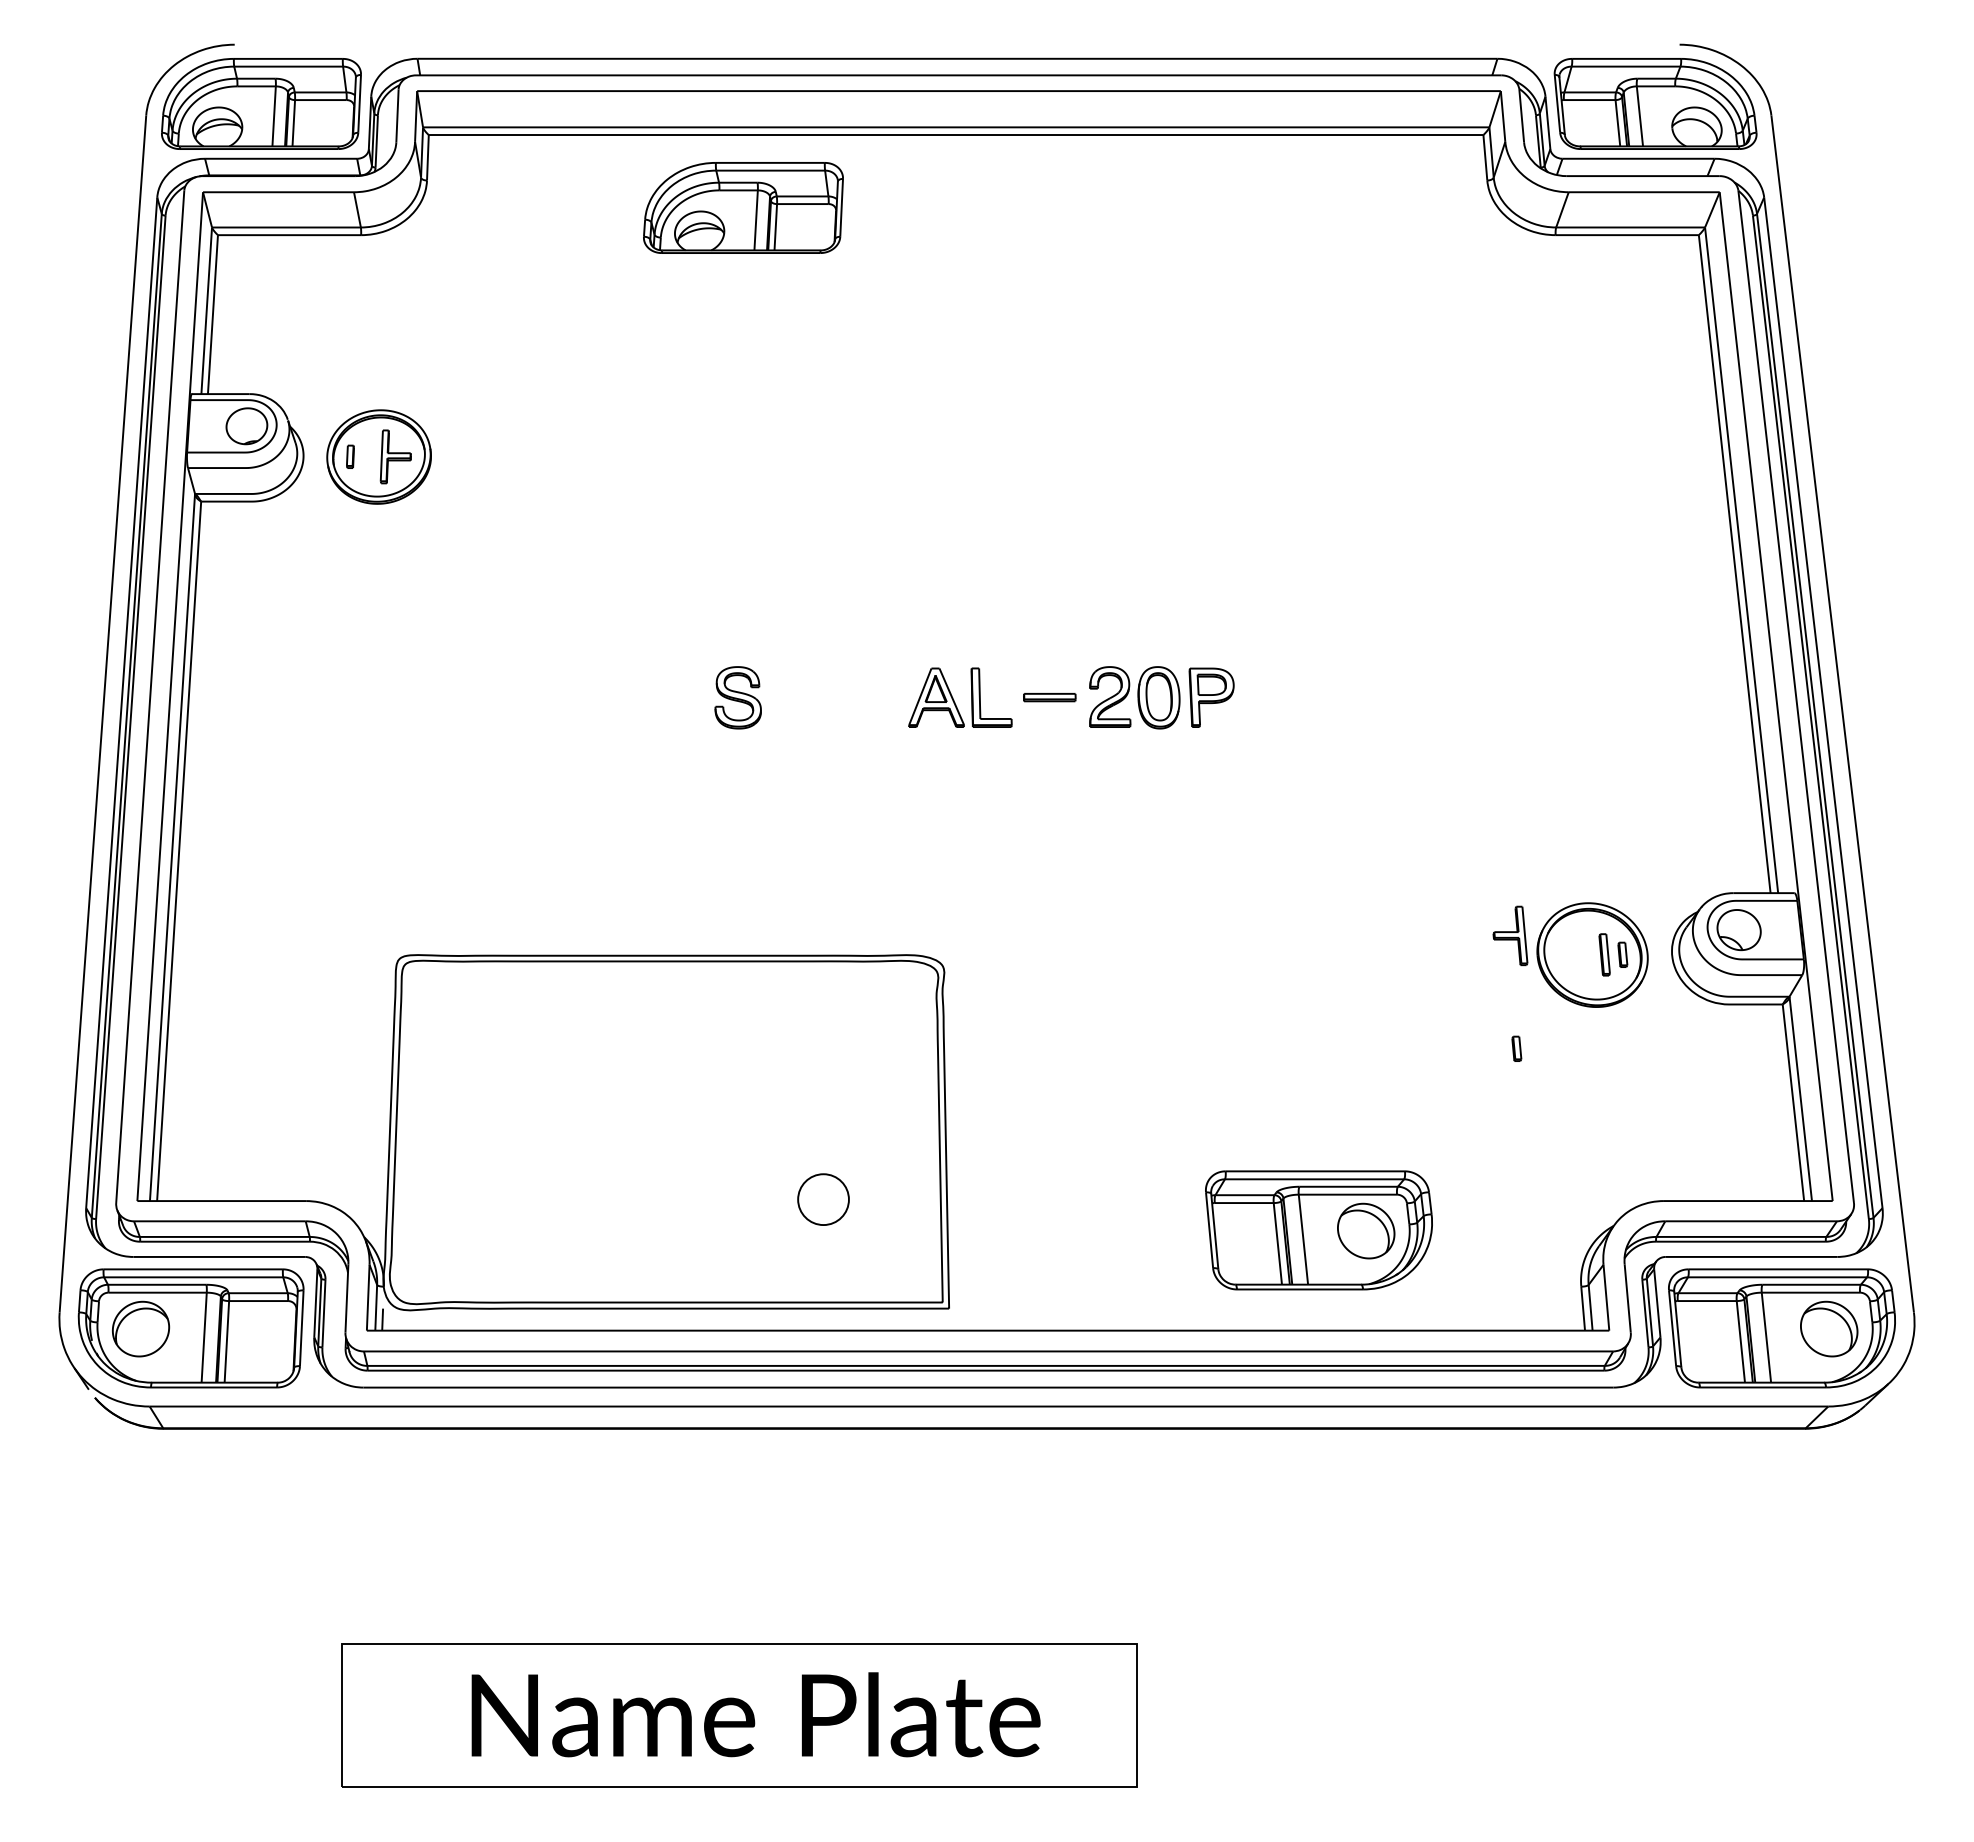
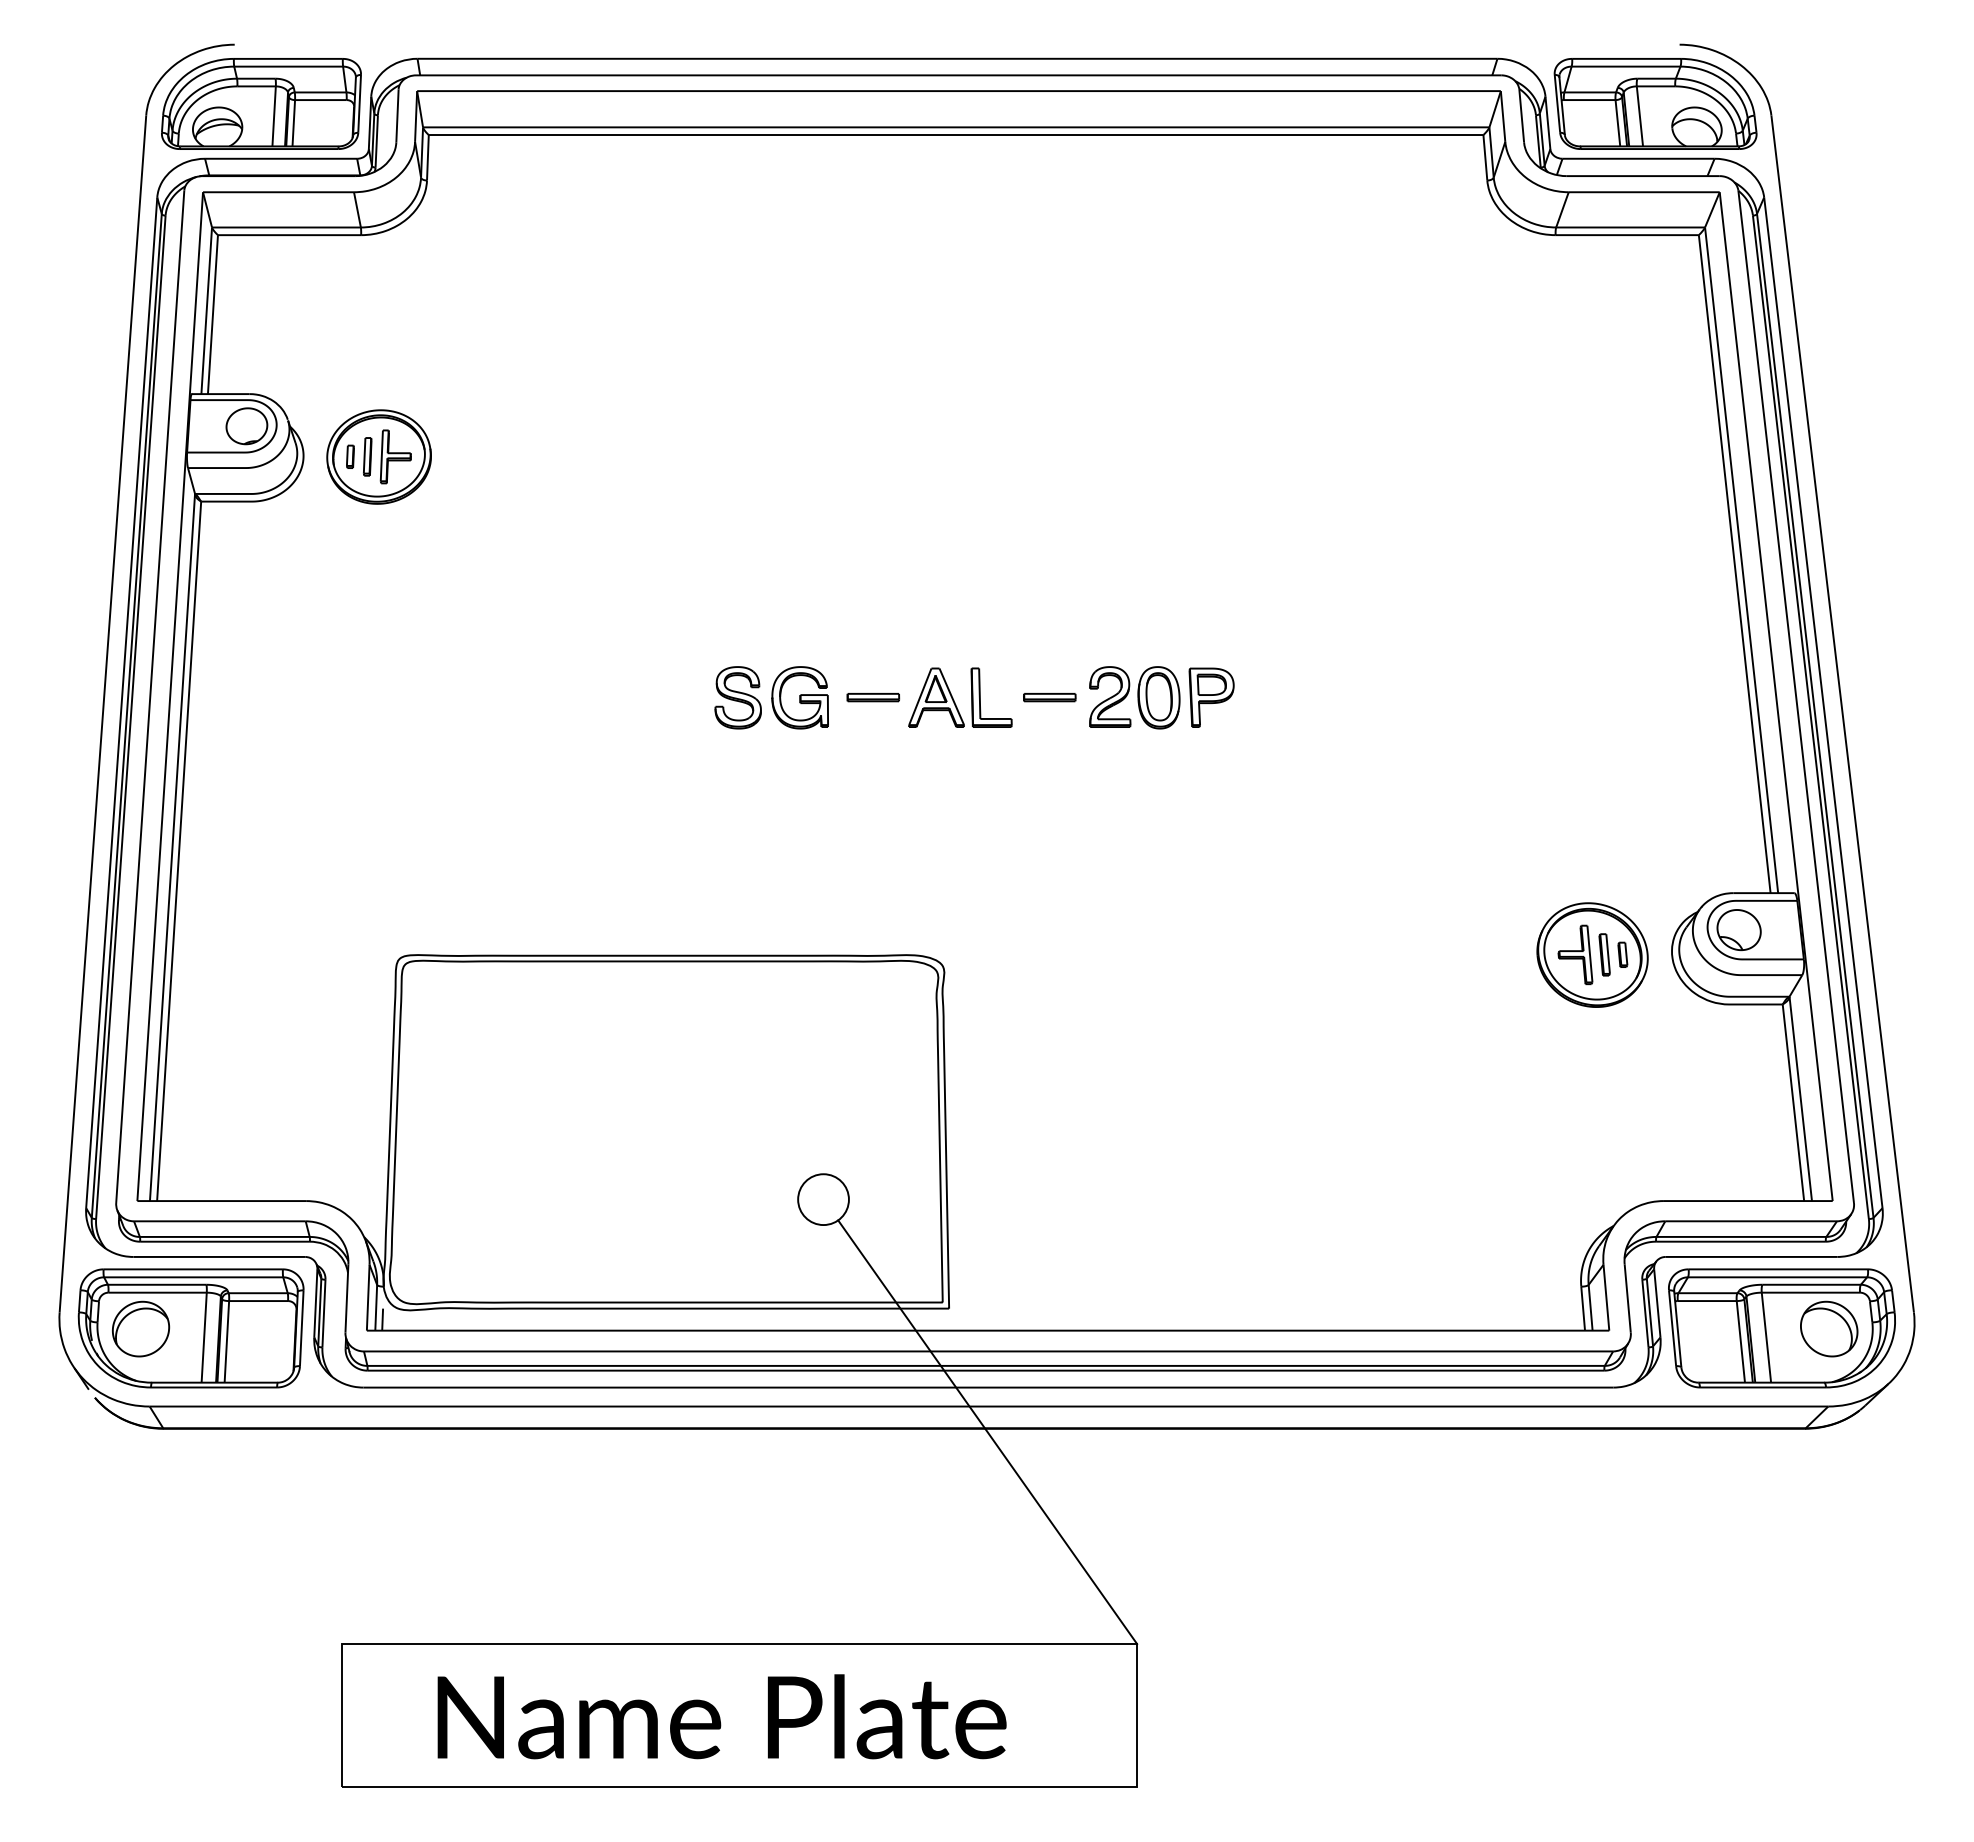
part at (743, 207): present -> none
part at (367, 456): none -> present
part at (799, 697): none -> present
part at (873, 697): none -> present
part at (1510, 935) position: (1510, 935) -> (1575, 954)
part at (1516, 1048): present -> none
part at (1318, 1230): present -> none
line at (987, 1432): none -> present
text at (755, 1714) position: (755, 1714) -> (721, 1716)
